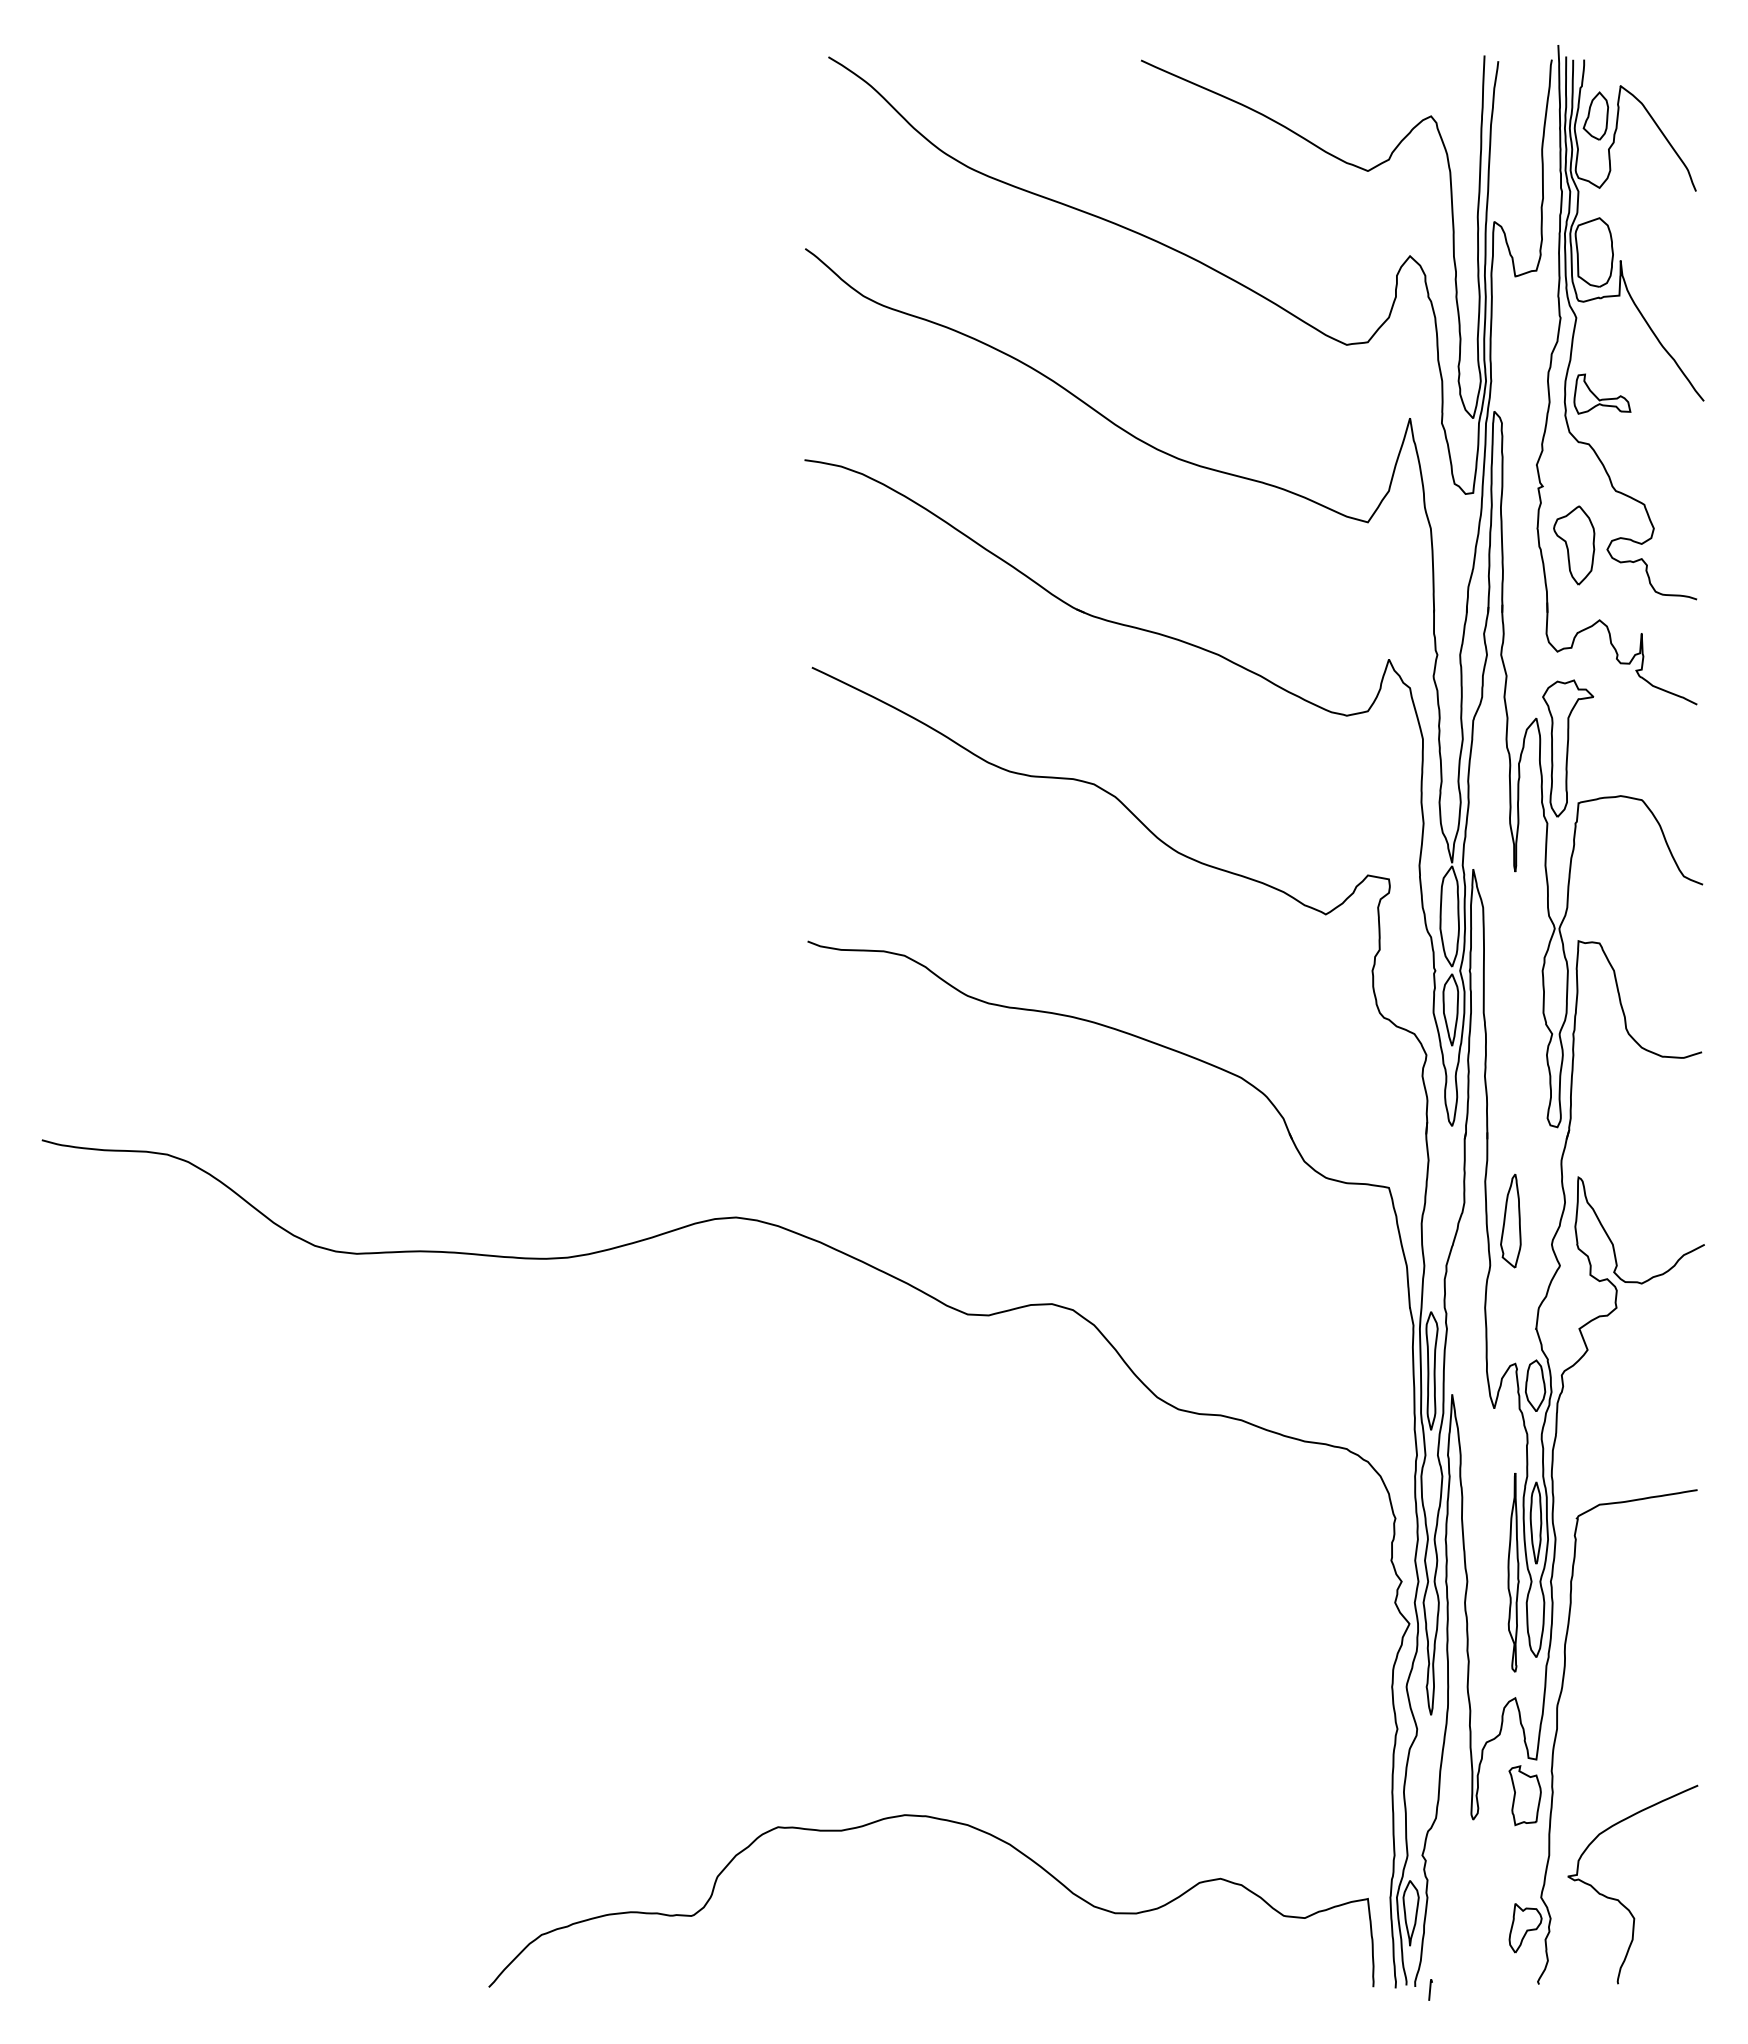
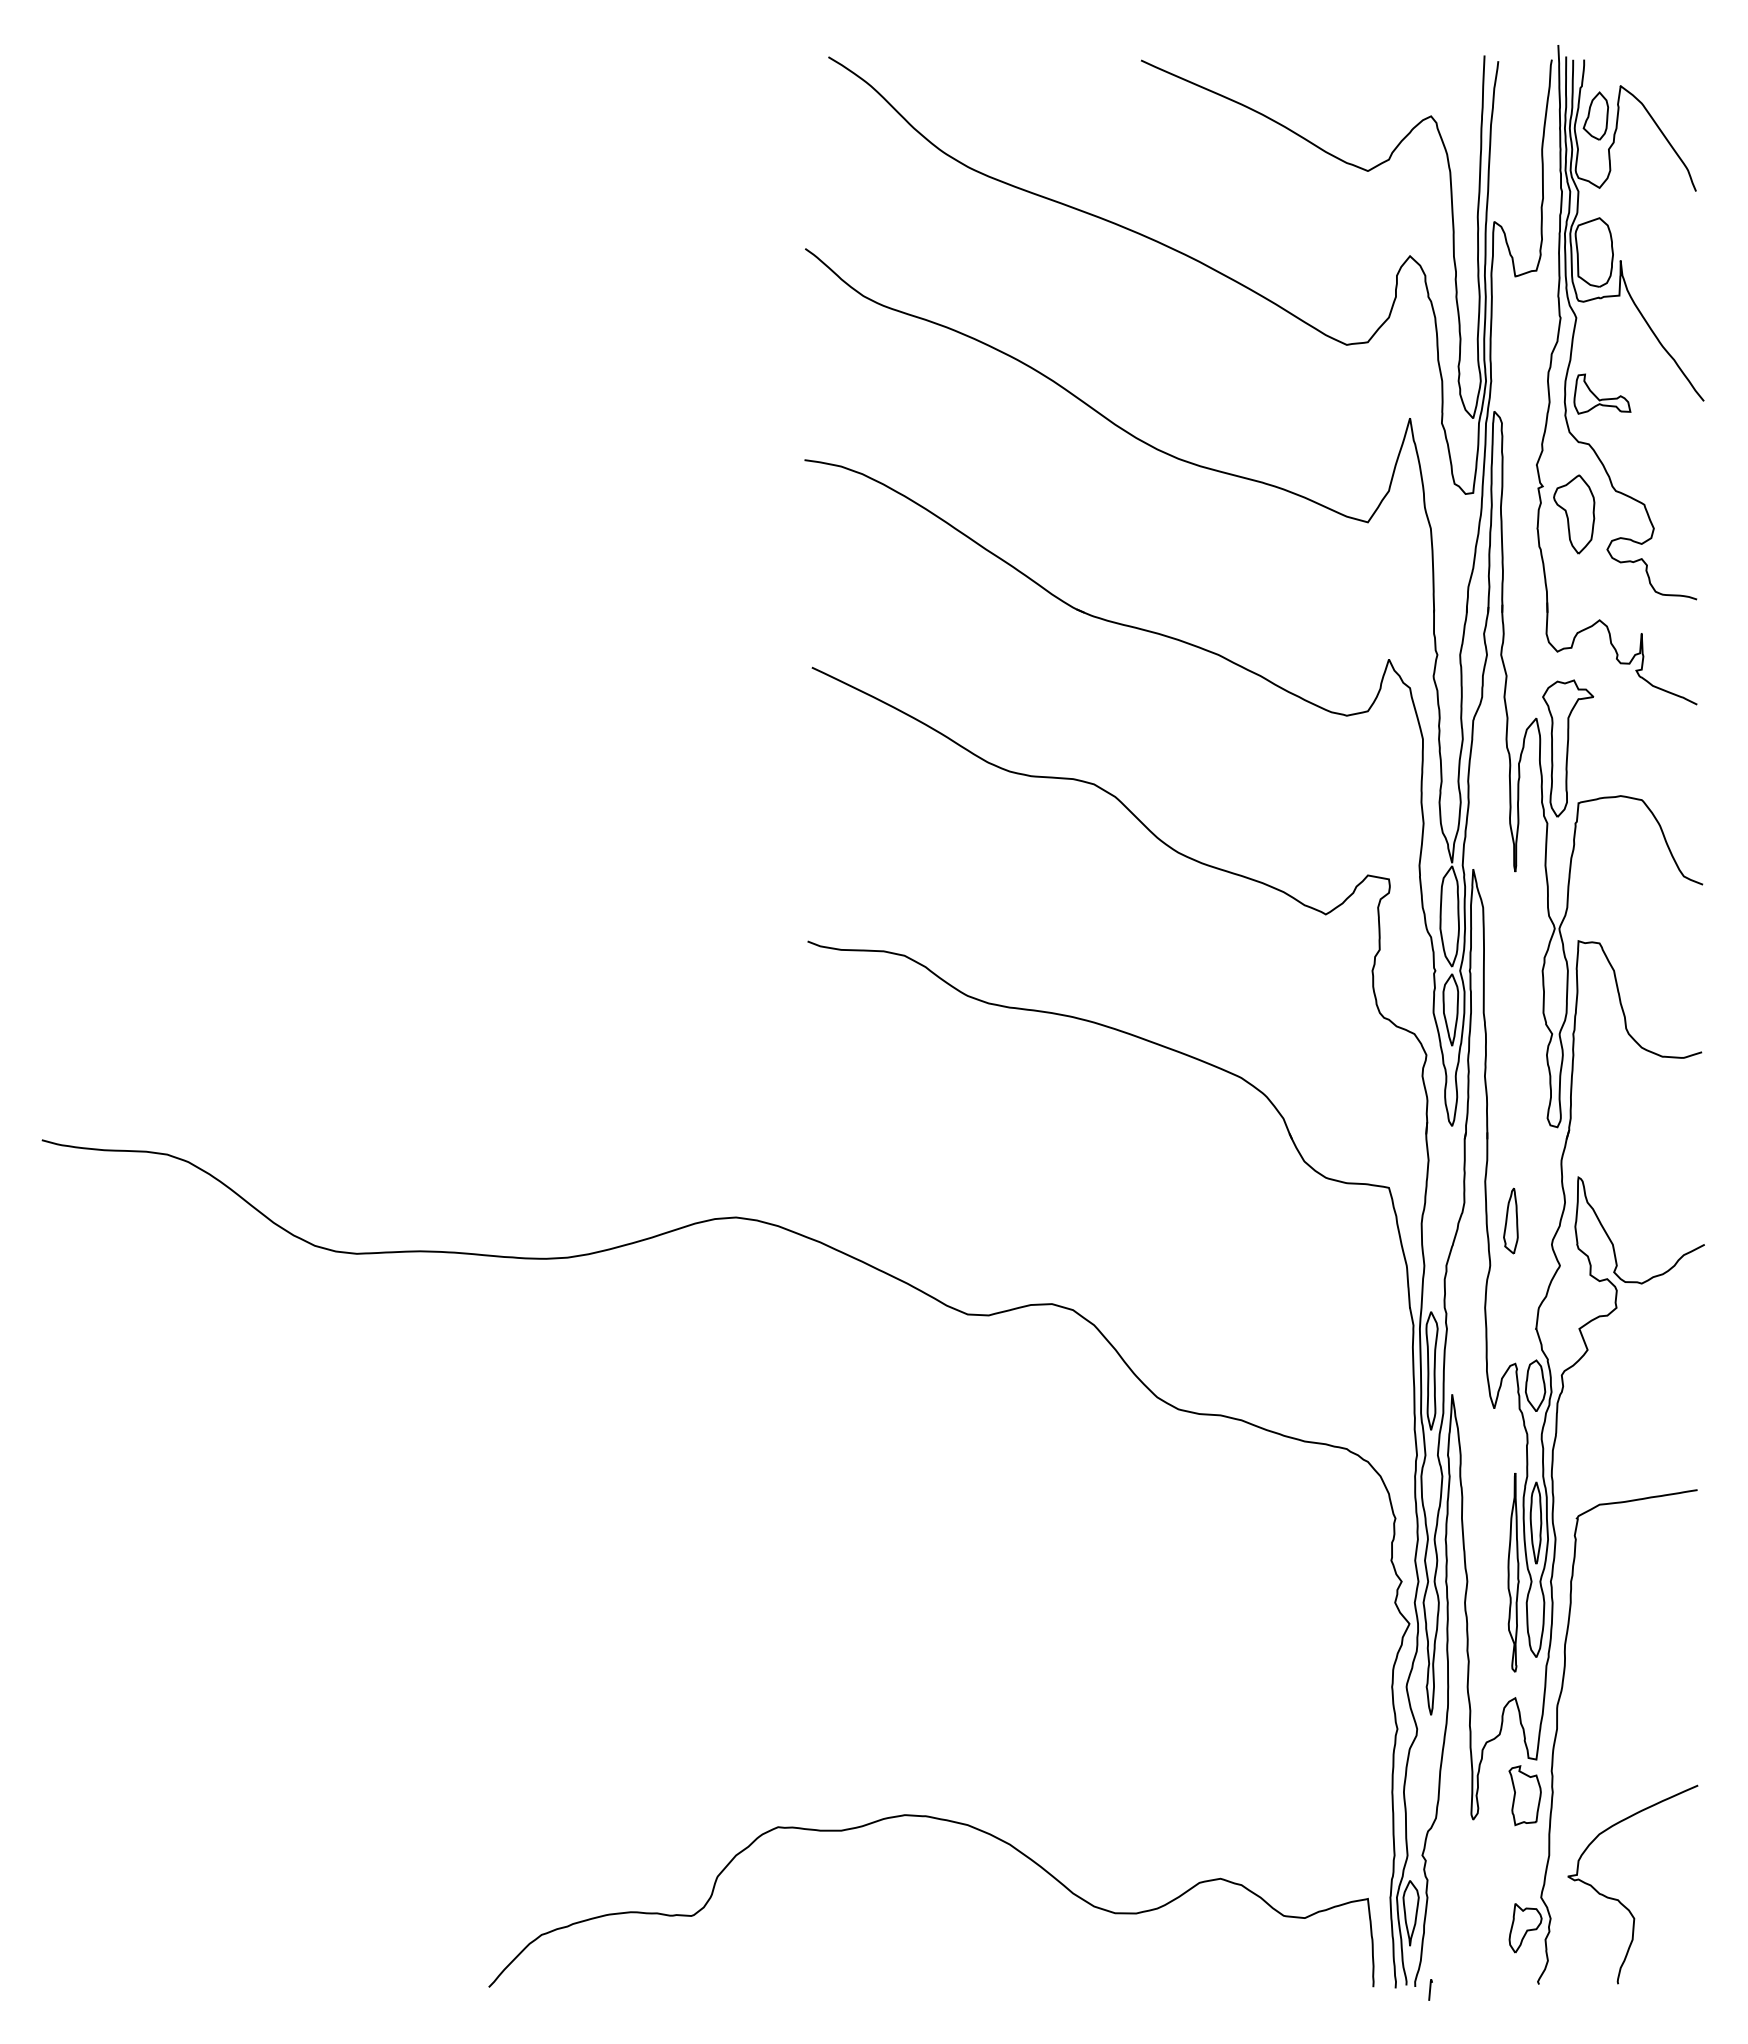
part at (1574, 545) position: (1574, 545) -> (1574, 514)
part at (1510, 1220) size: 22x96 px -> 16x68 px
